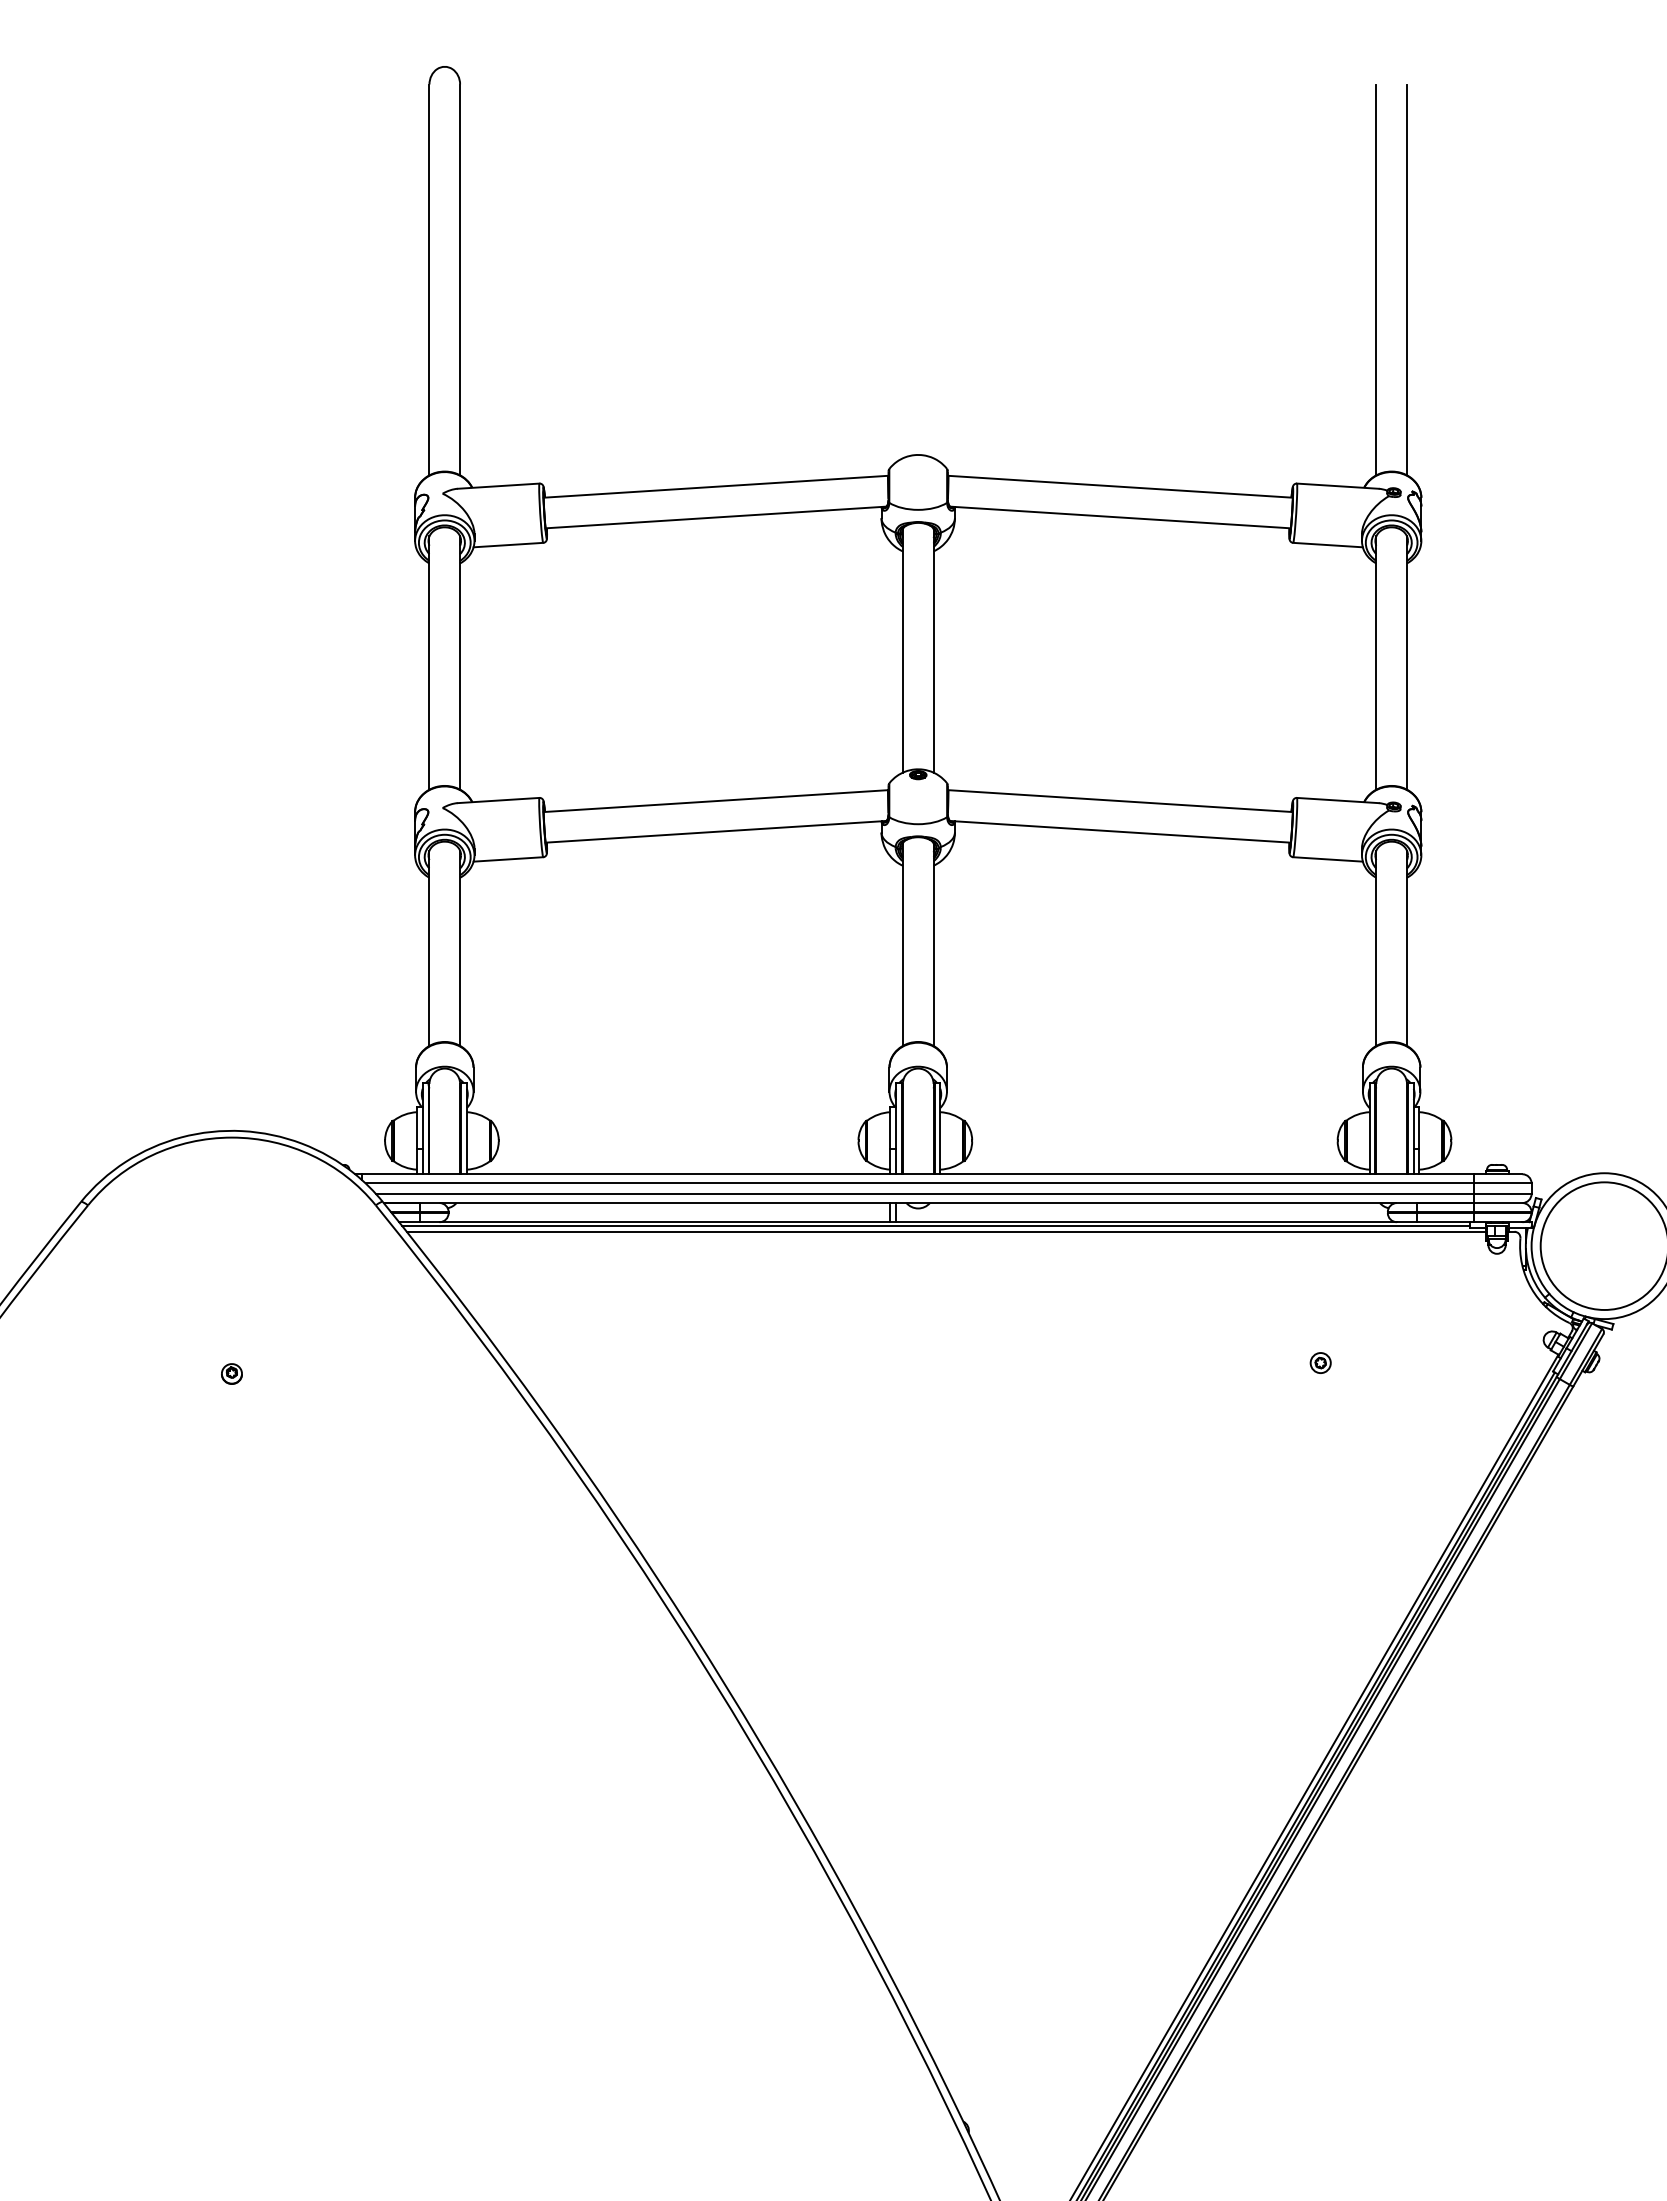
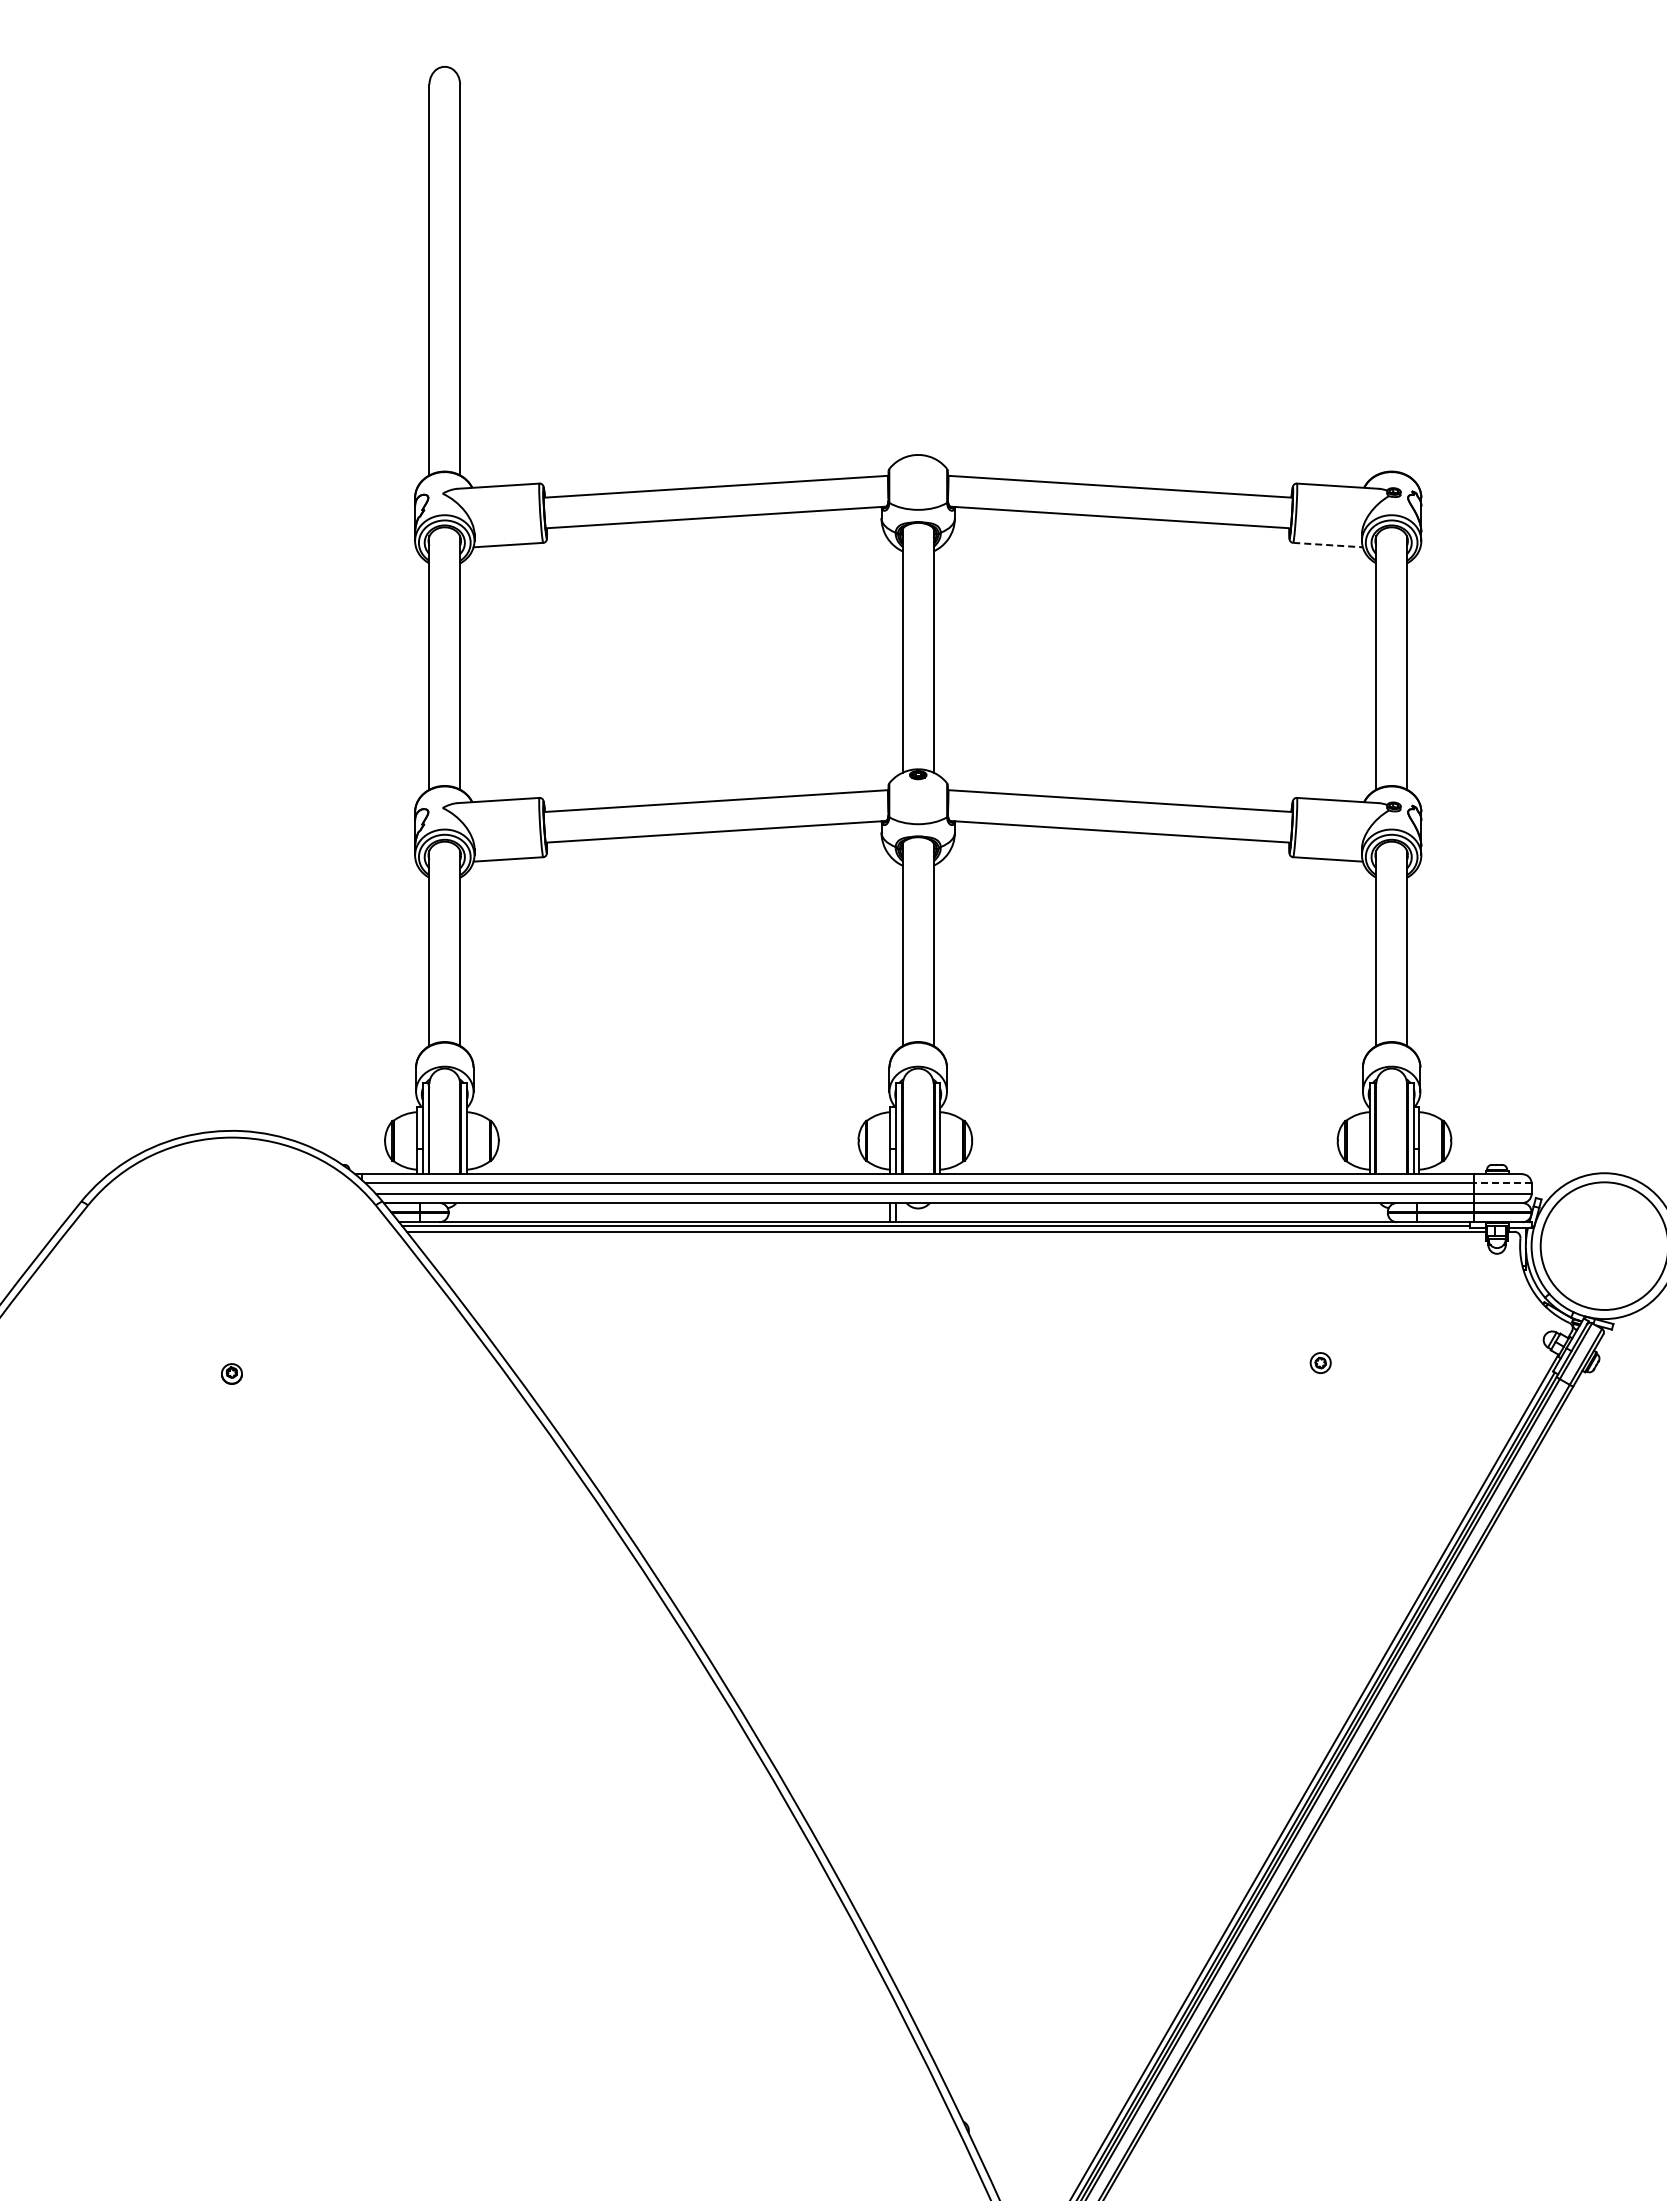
line at (1376, 279): present -> none
line at (1407, 279): present -> none
line at (1328, 545): solid -> dashed
line at (1502, 1183): solid -> dashed
